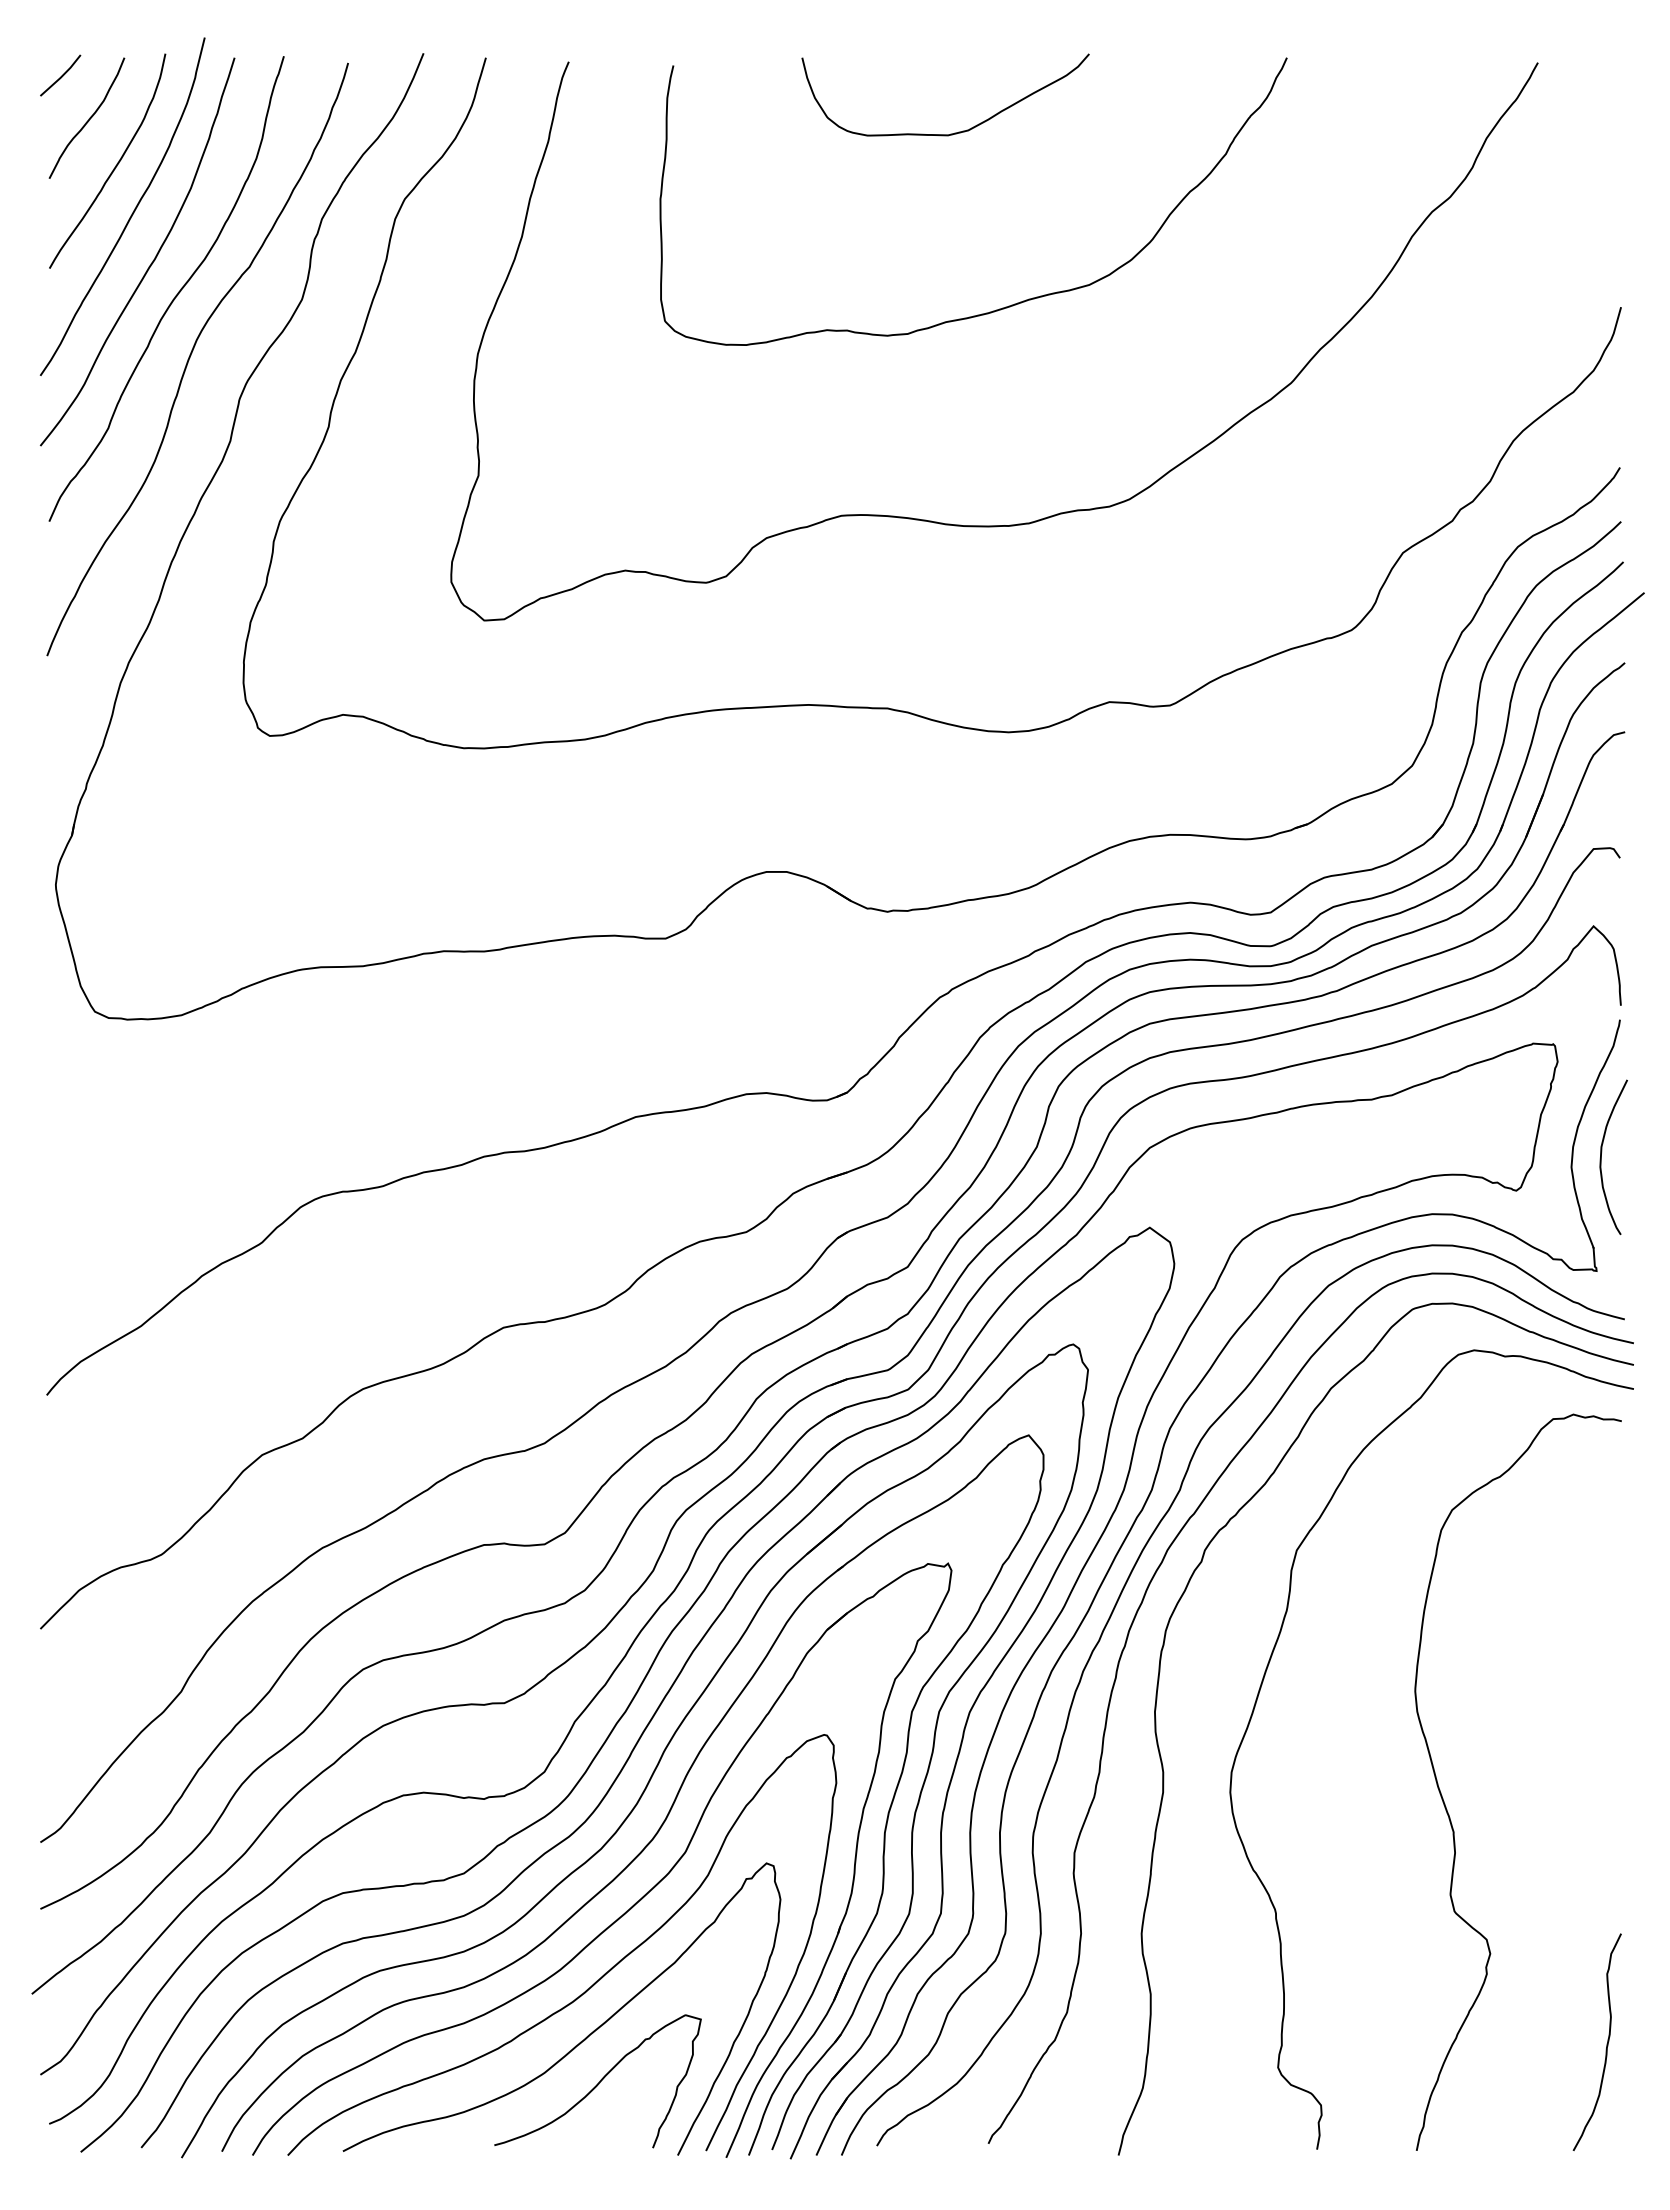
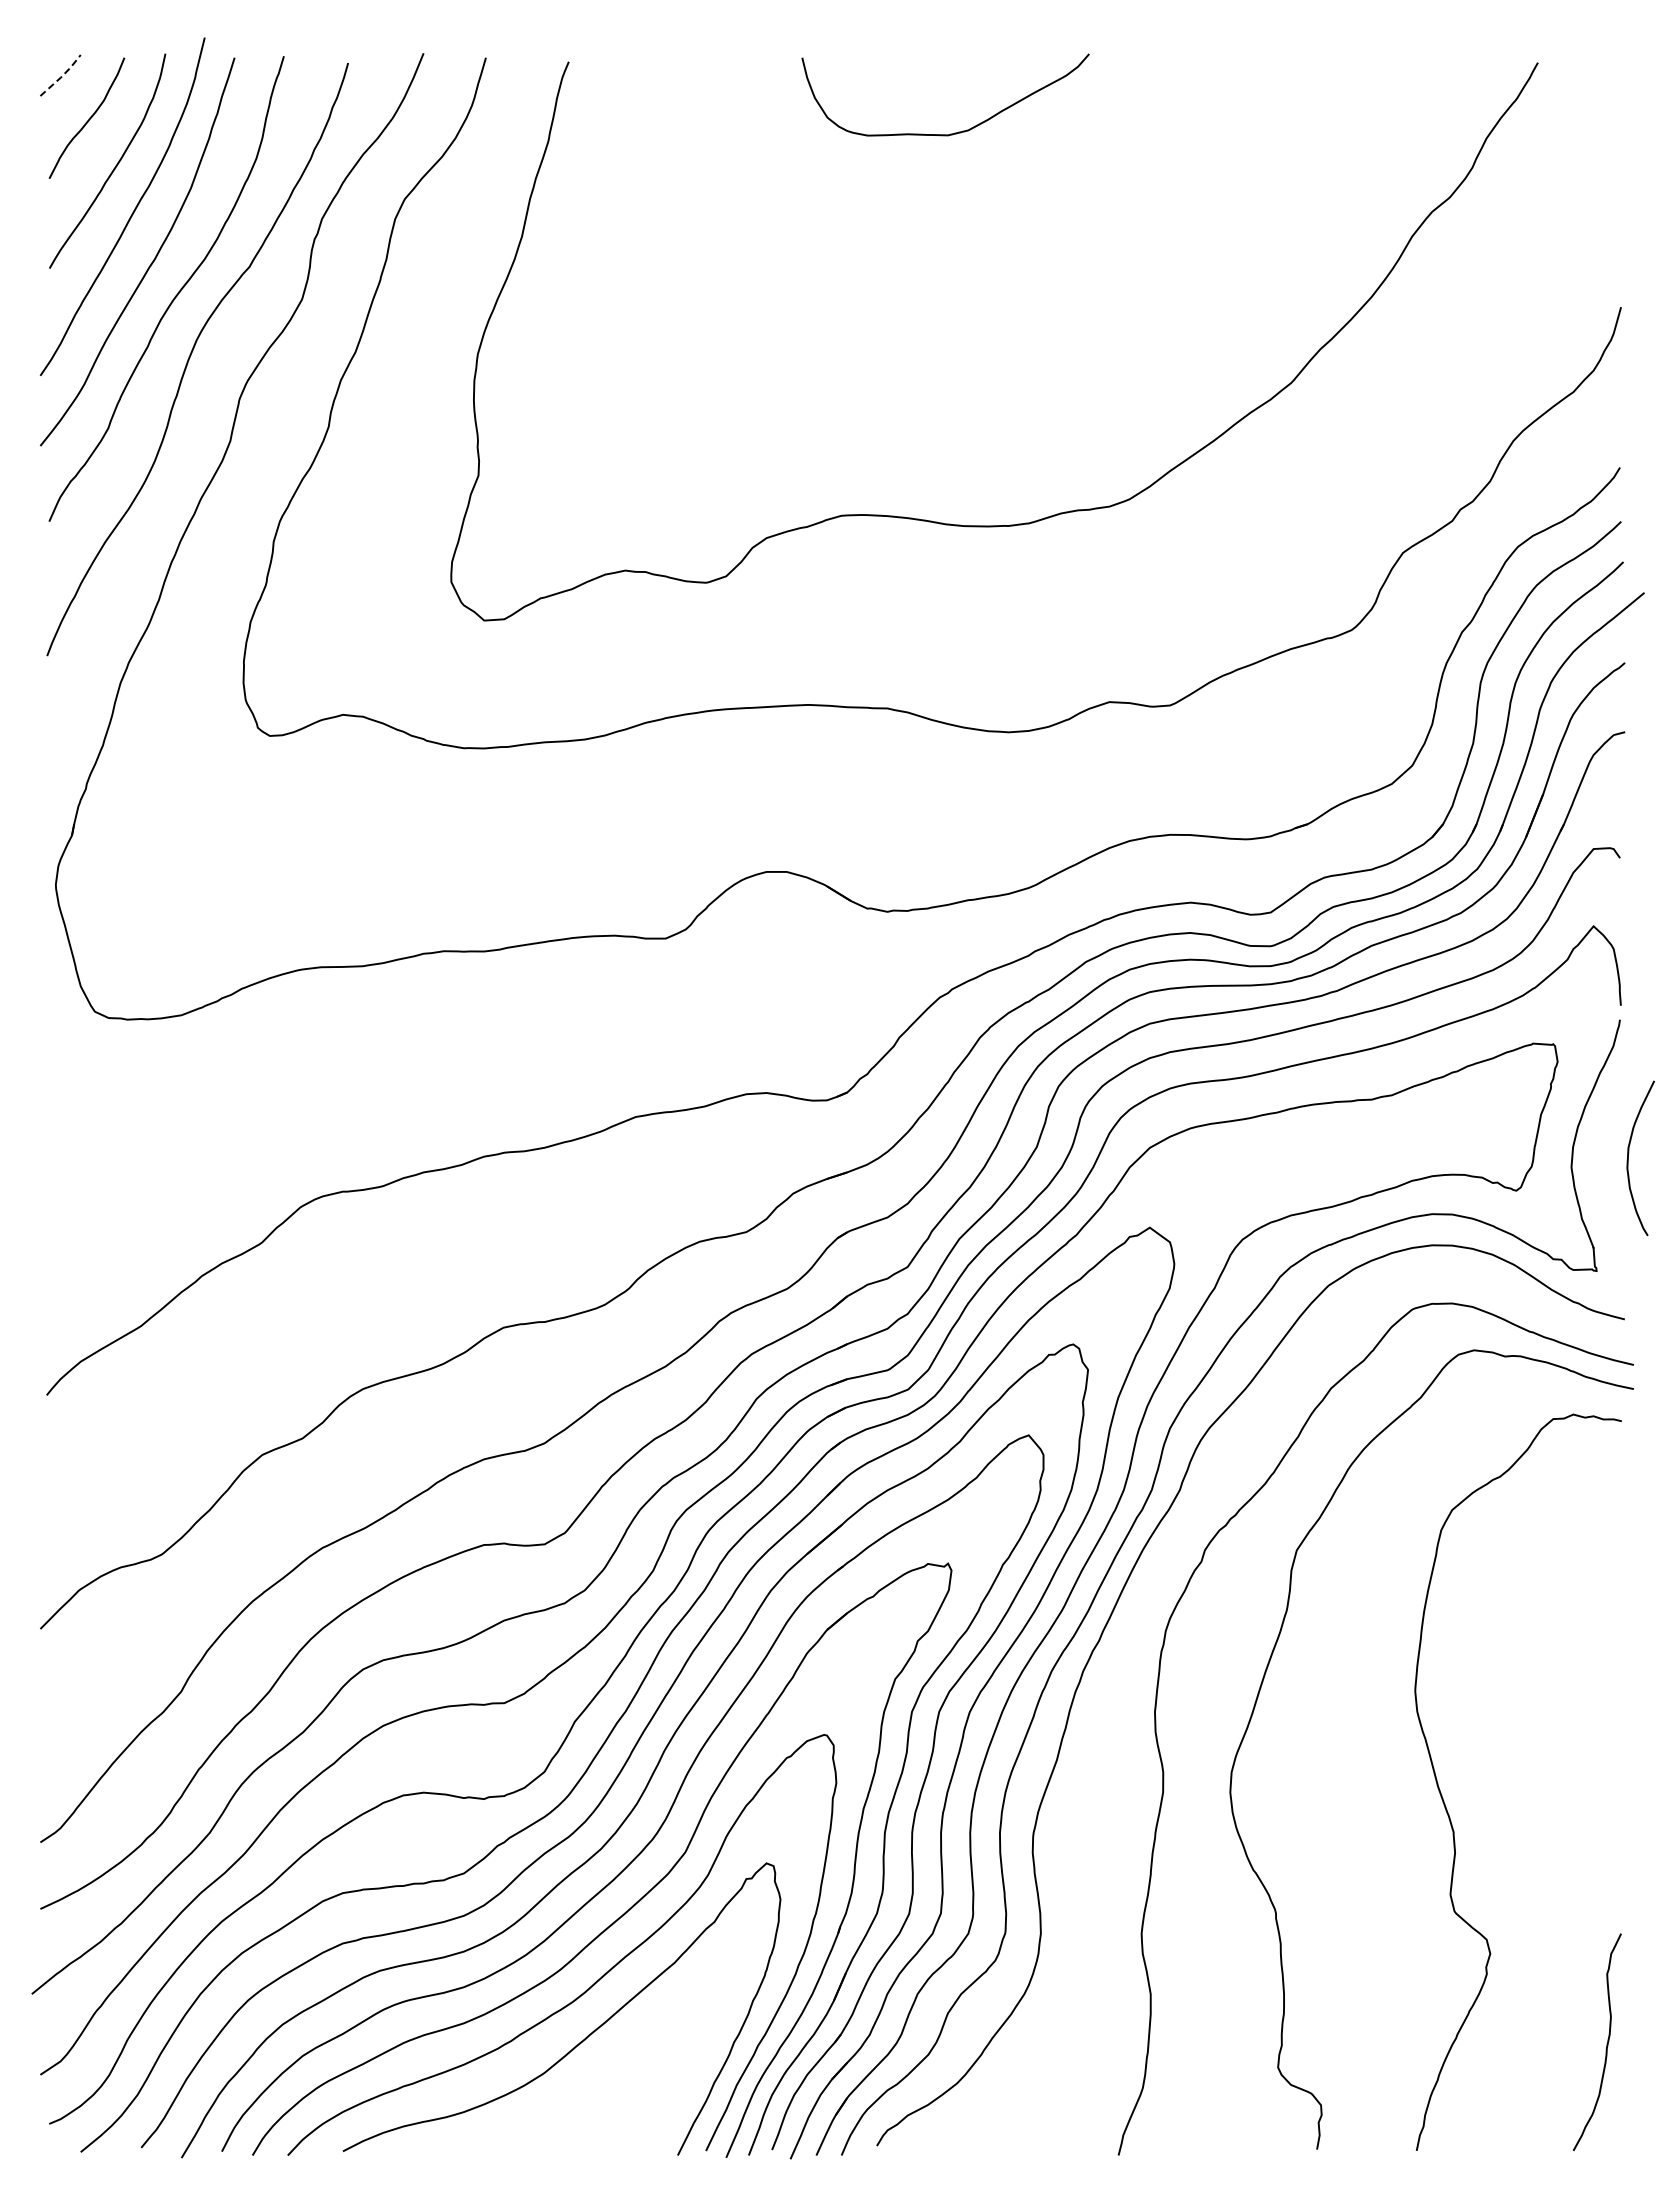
line at (61, 76): solid -> dashed
curve at (1008, 305): present -> none
curve at (1602, 1152) position: (1602, 1152) -> (1629, 1153)
curve at (1126, 1644): present -> none
curve at (598, 2082): present -> none
